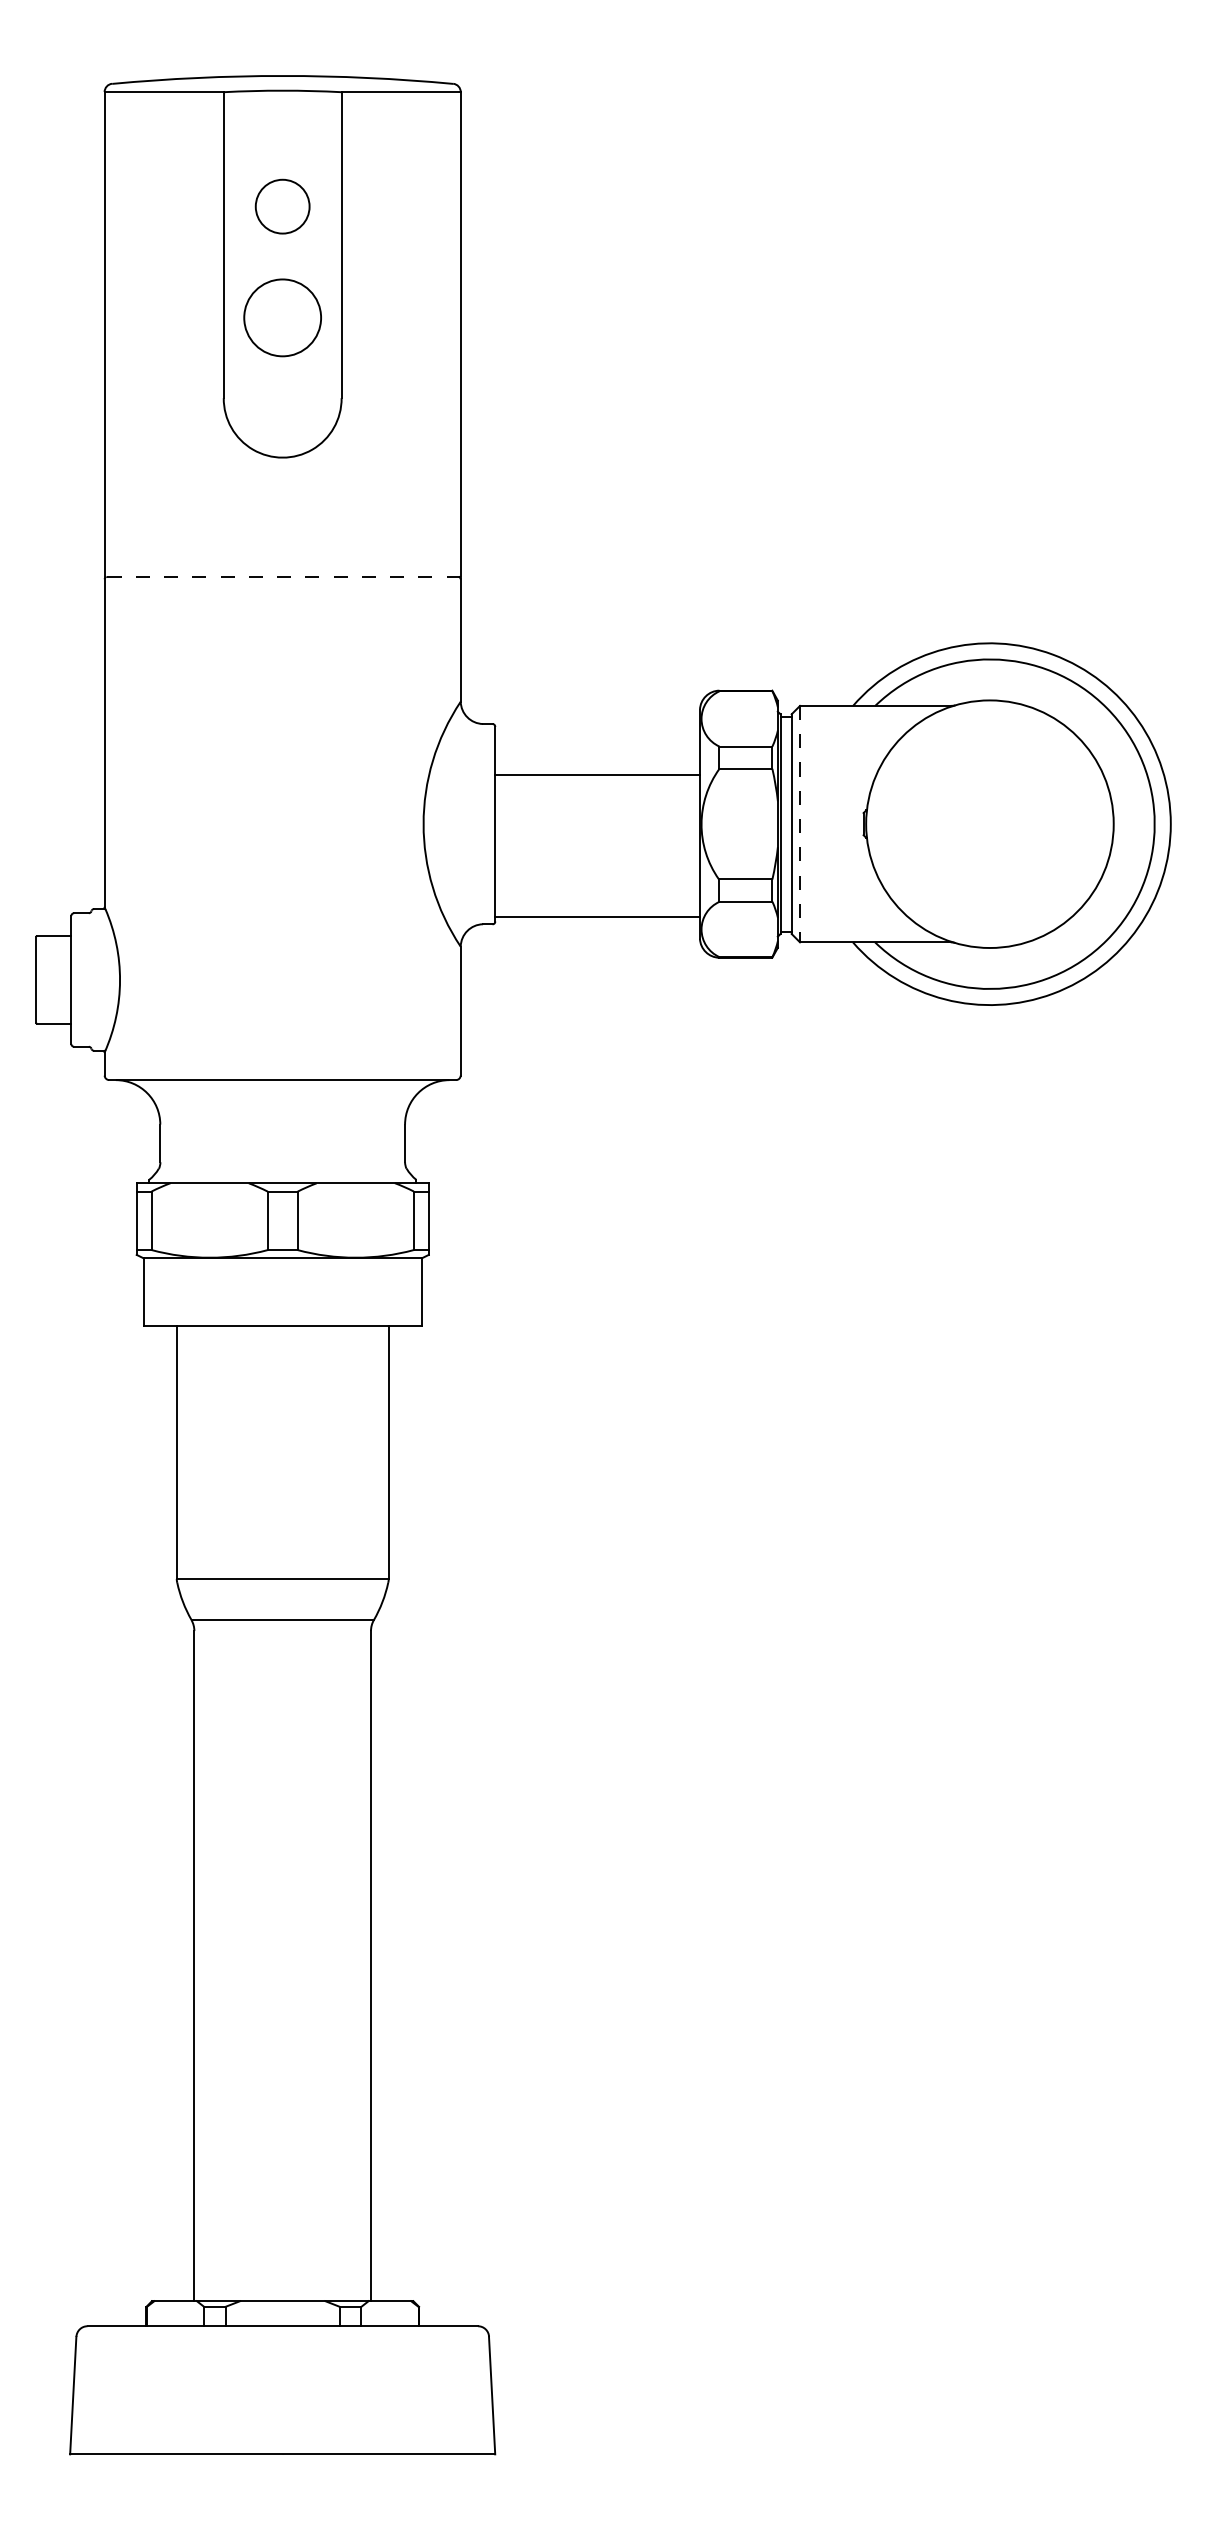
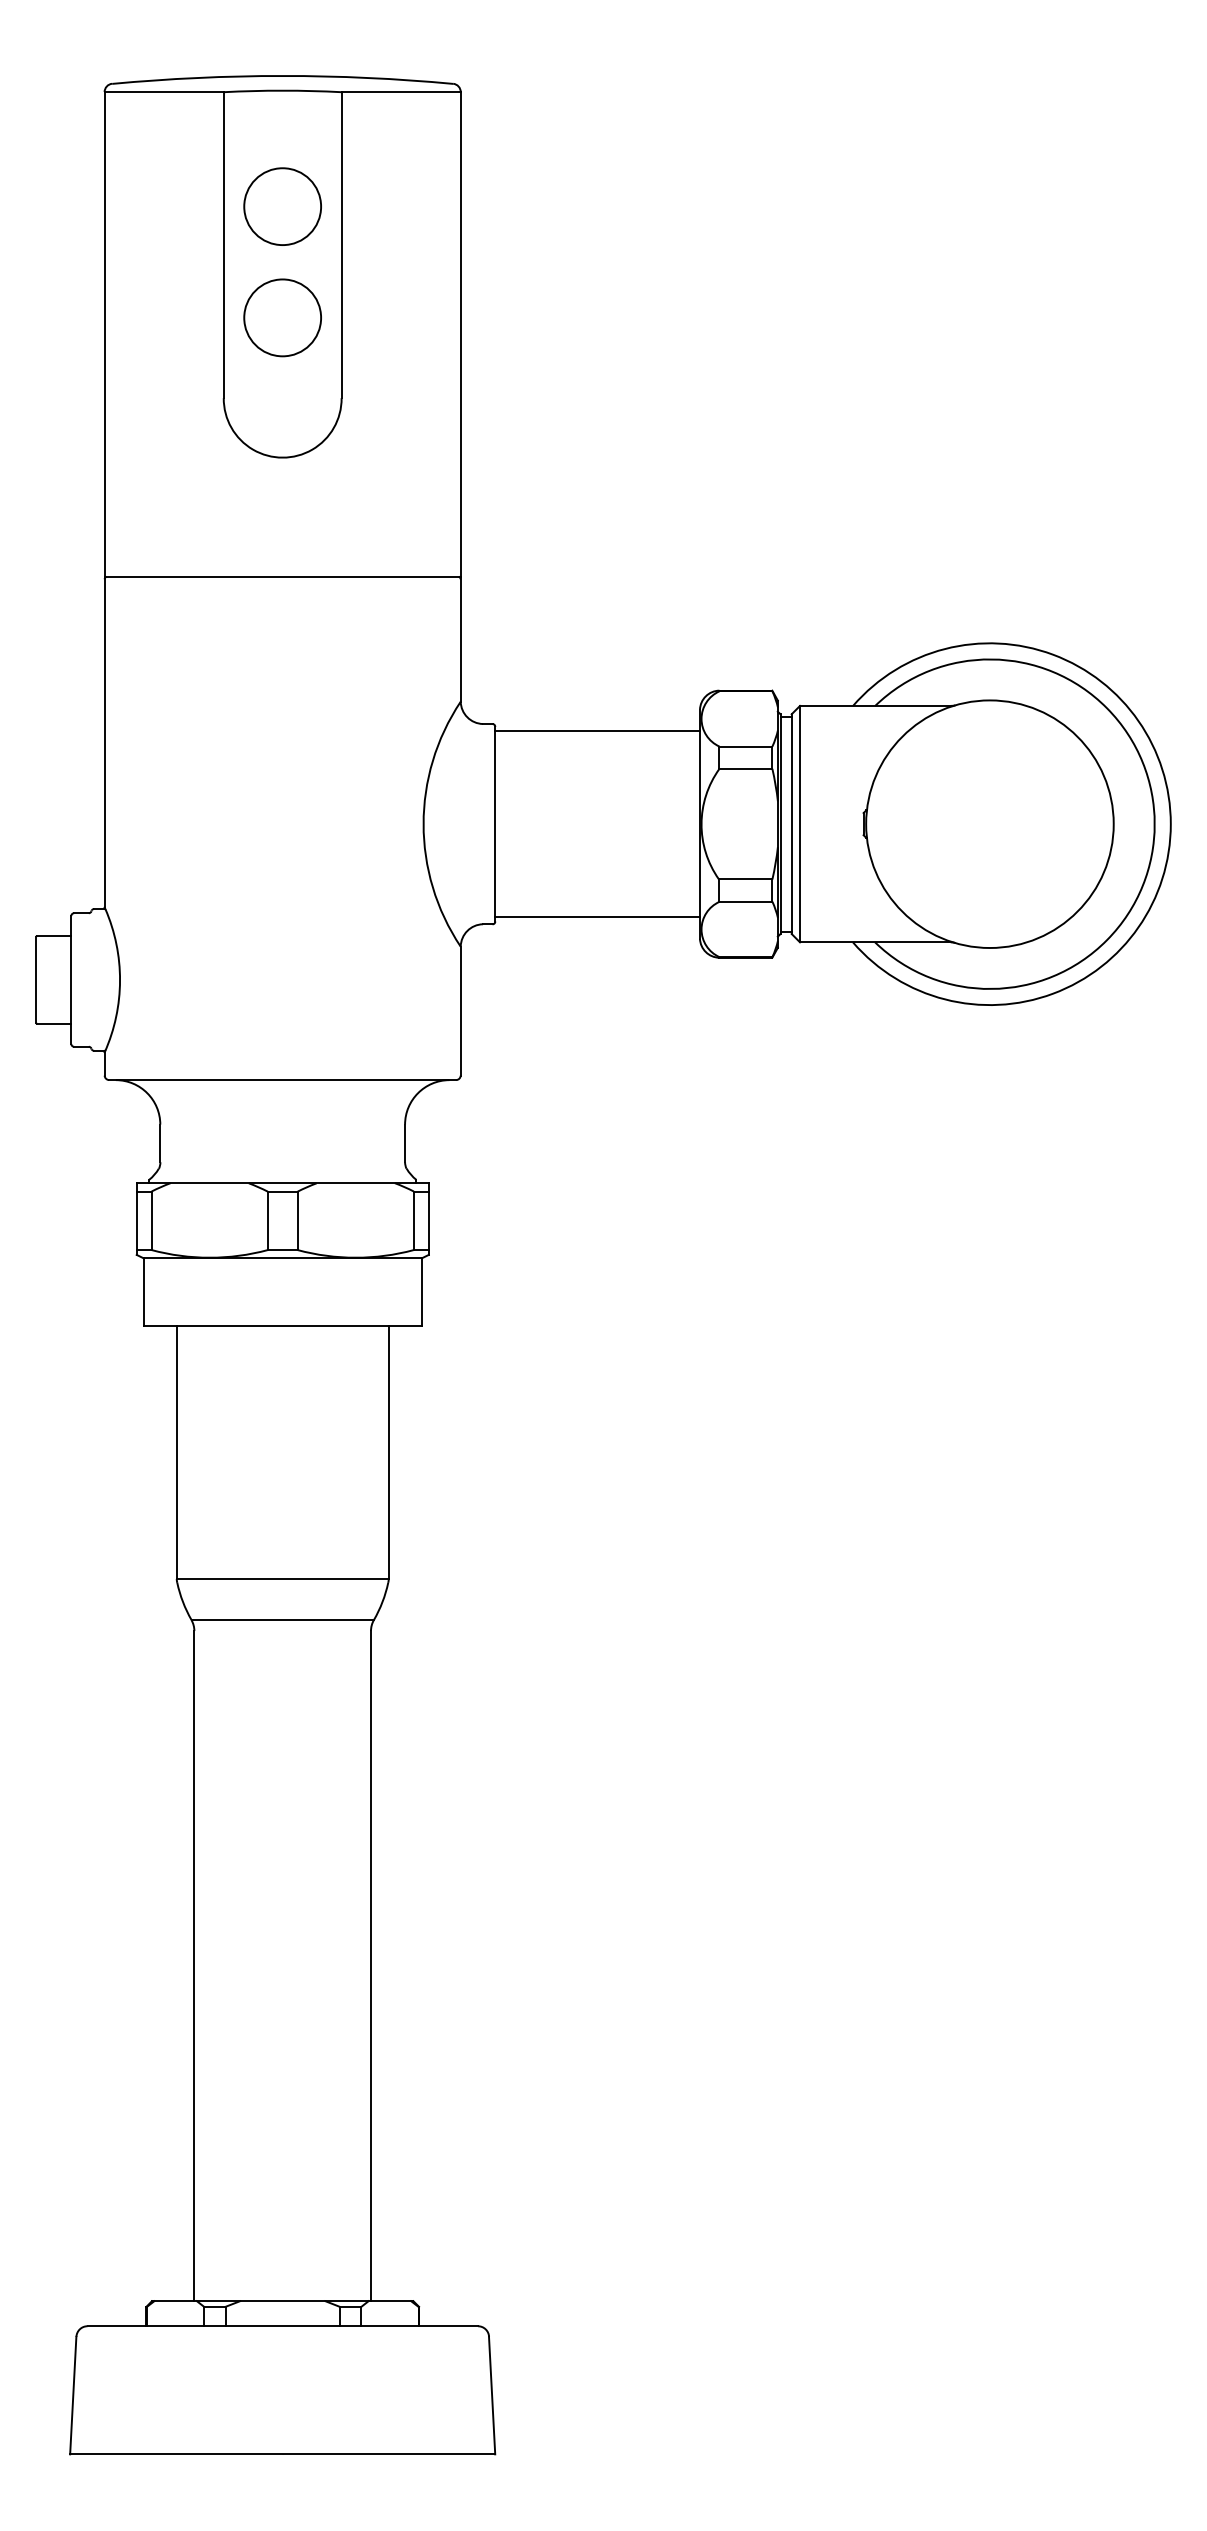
circle at (282, 206) diameter: 54 px -> 77 px
line at (282, 576): dashed -> solid
line at (597, 775) position: (597, 775) -> (597, 731)
line at (800, 824): dashed -> solid
